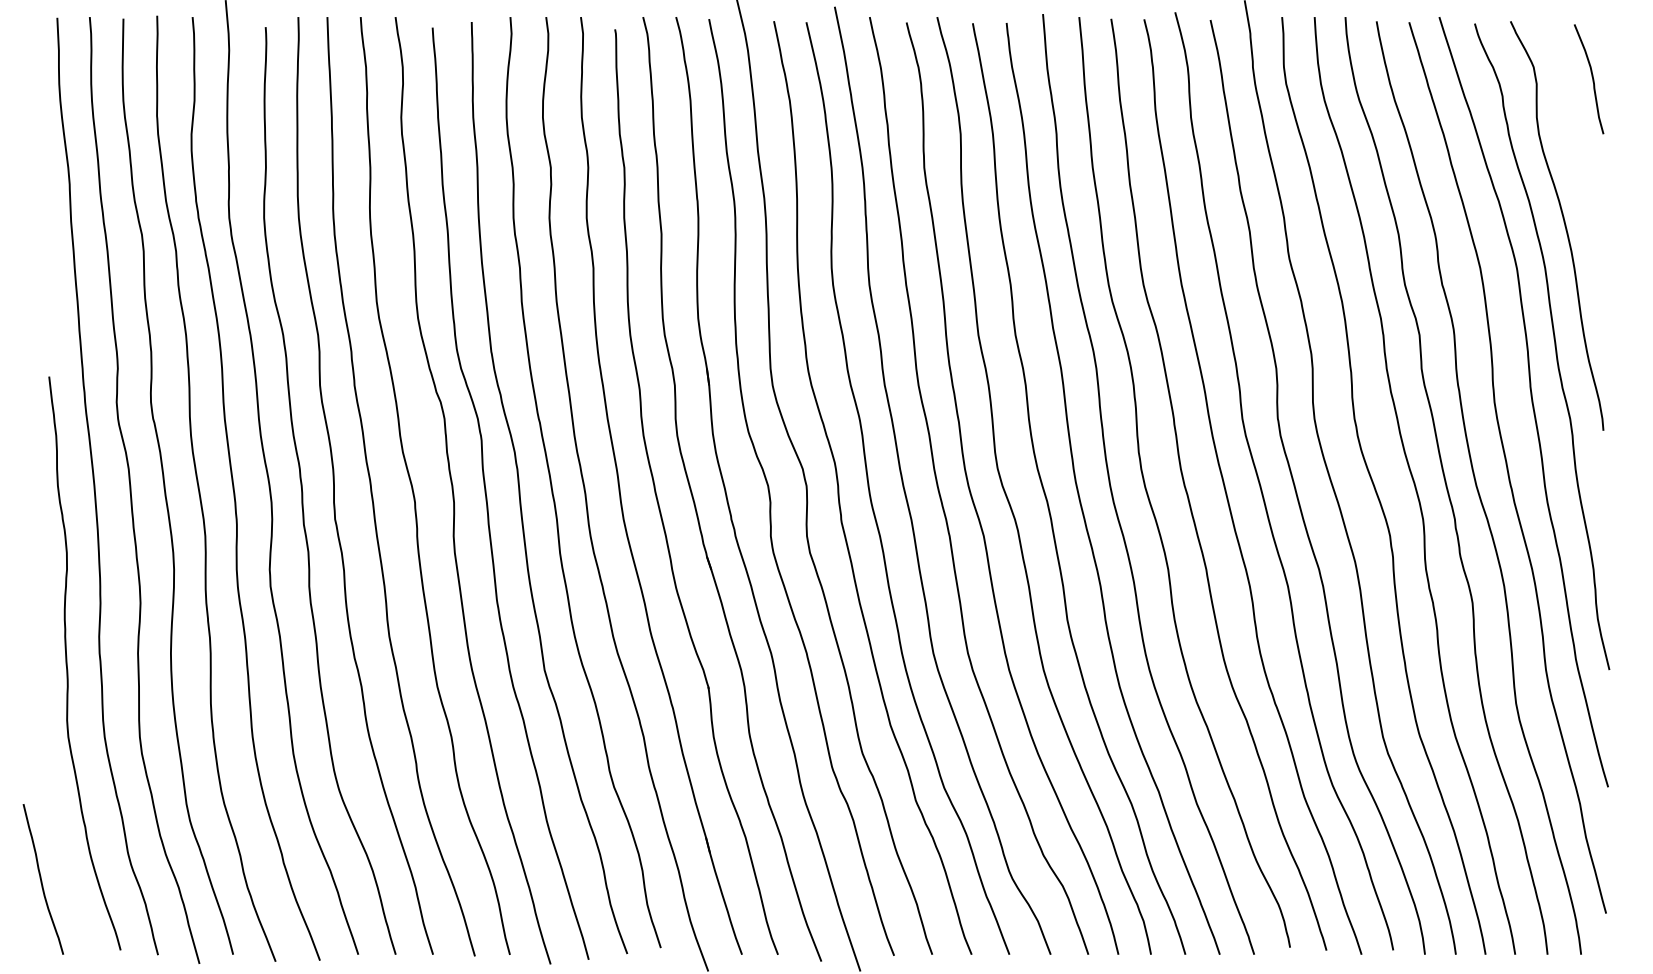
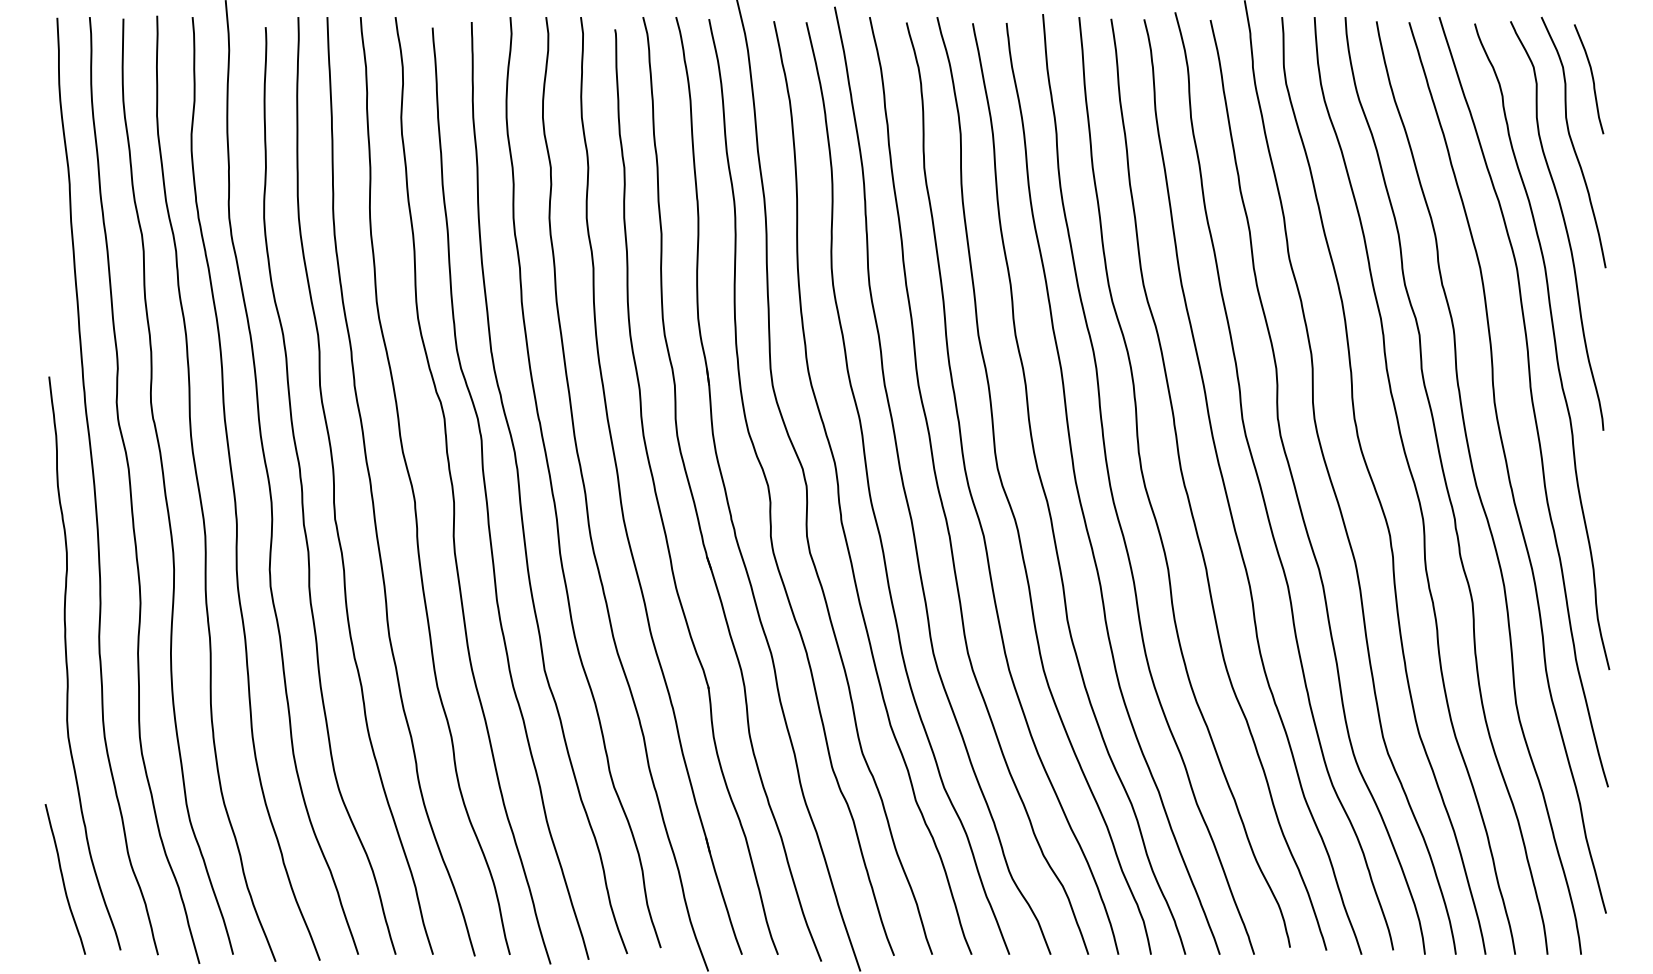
curve at (1572, 142): none -> present
curve at (42, 880) position: (42, 880) -> (64, 880)
